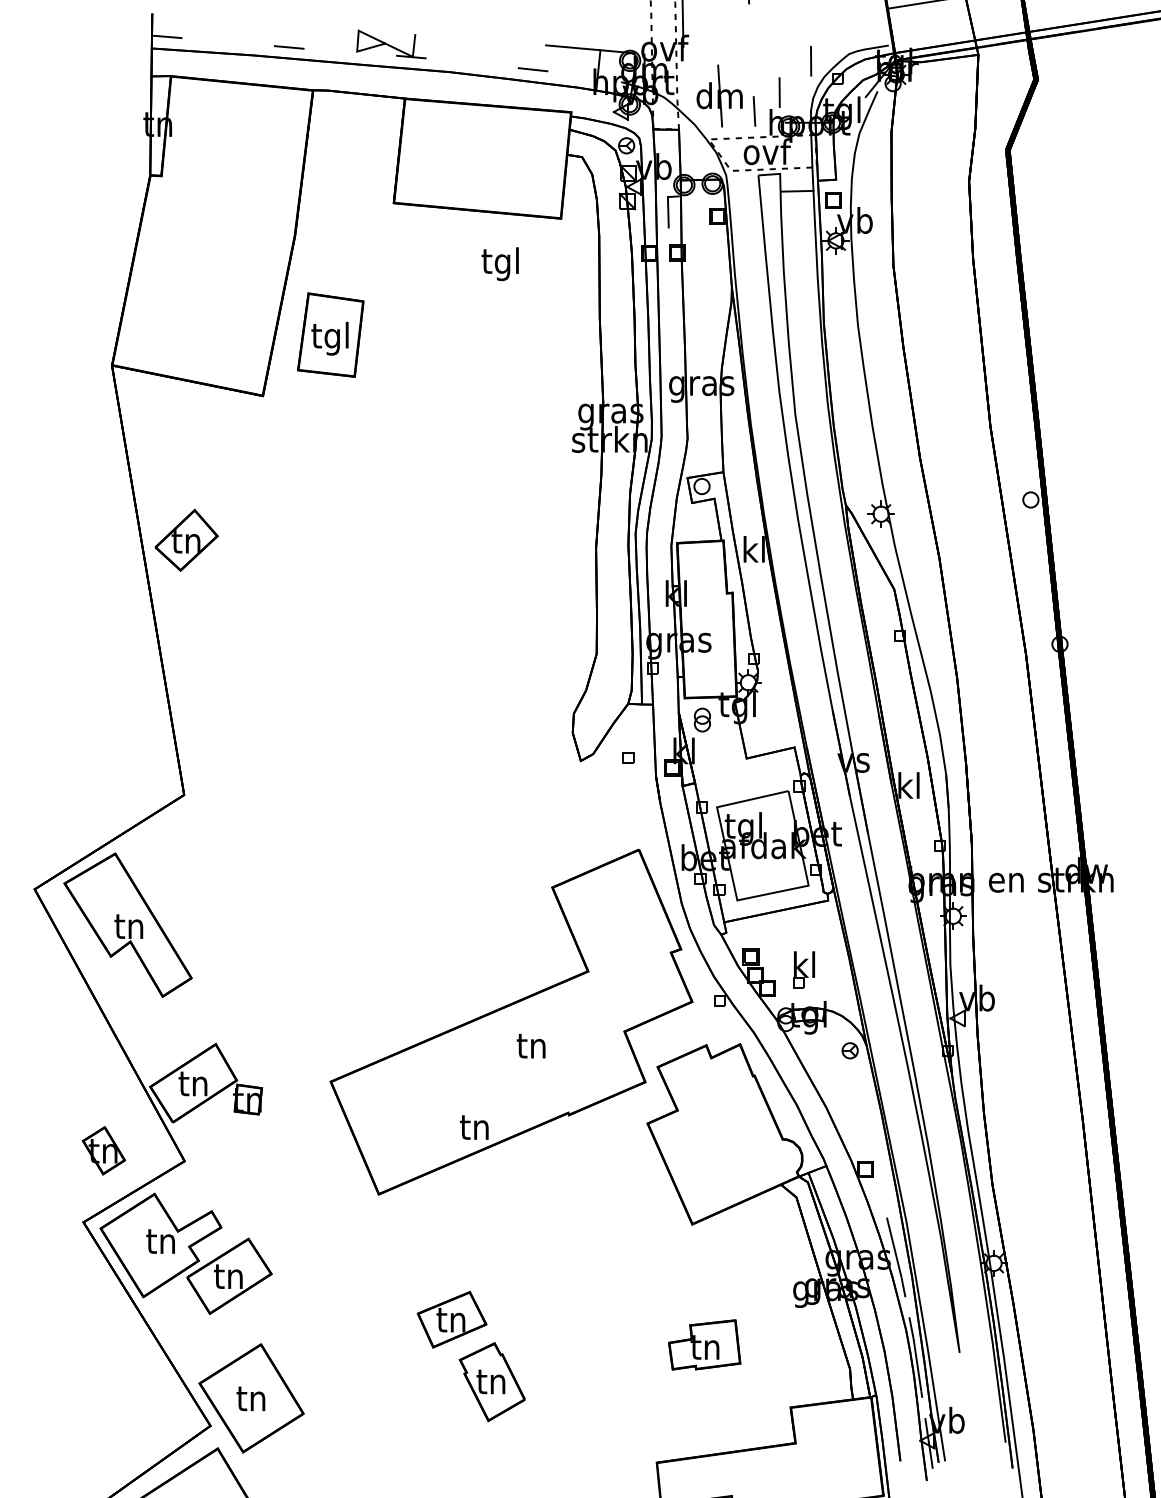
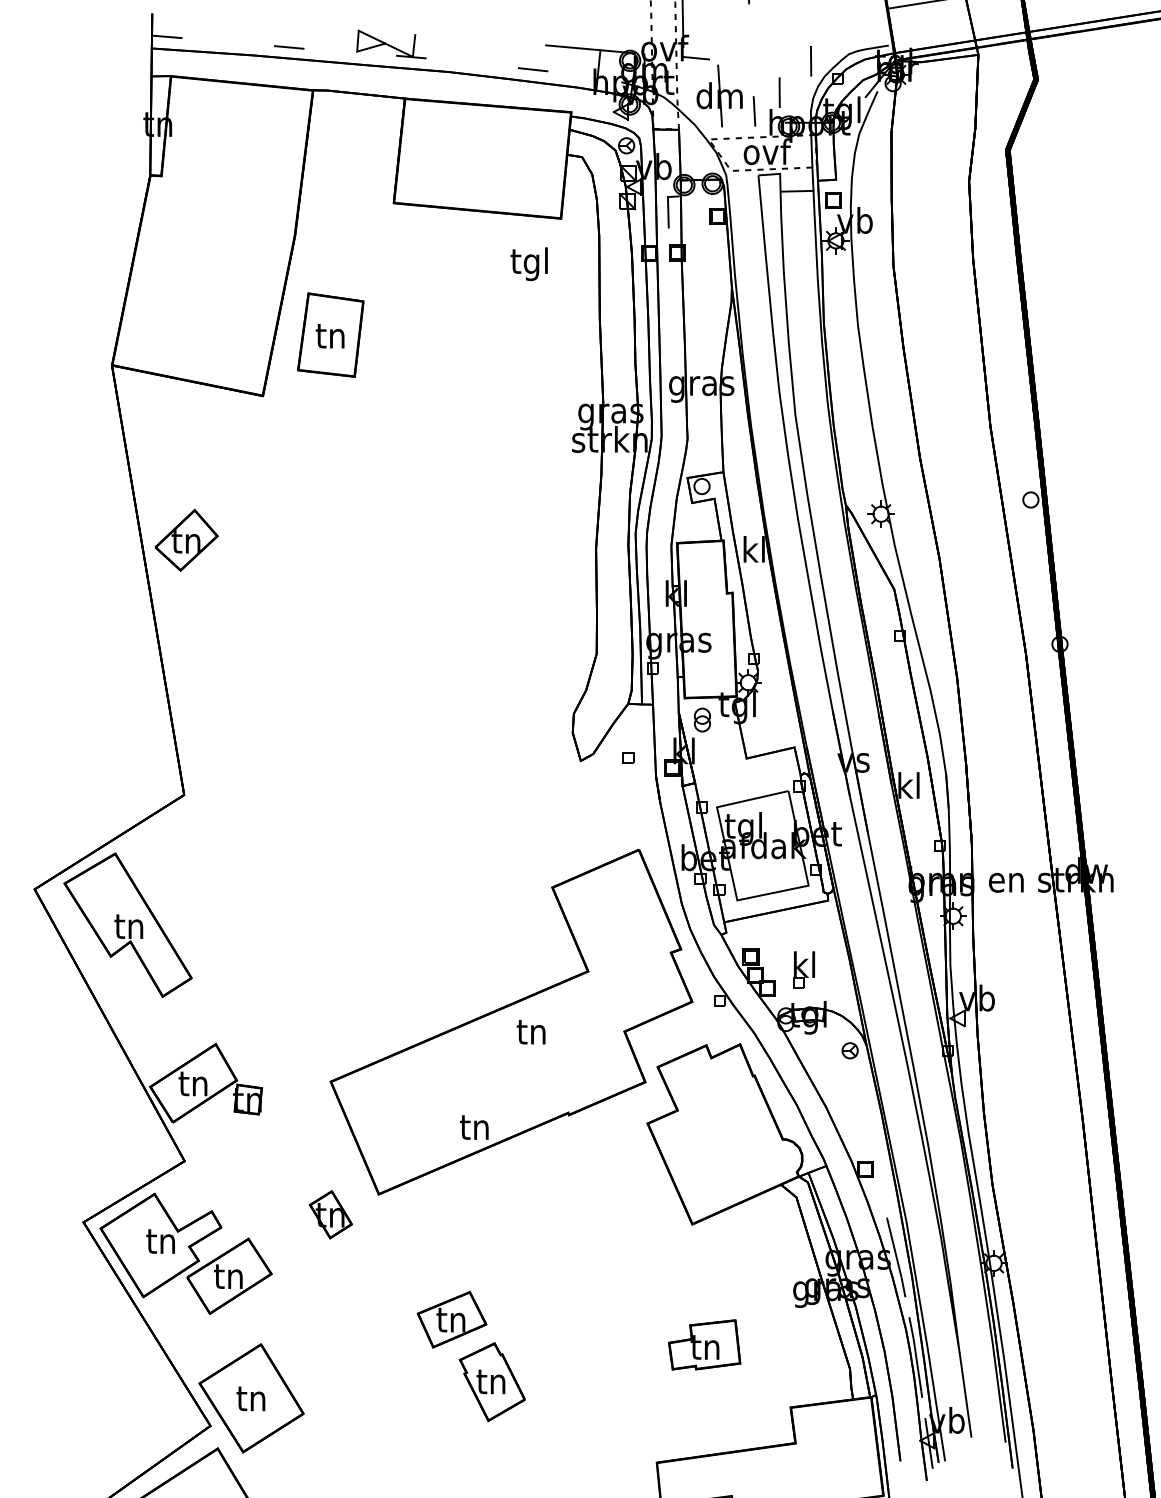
line at (695, 57): none -> present
text at (499, 264) position: (499, 264) -> (528, 264)
text at (329, 338): tgl -> tn
text at (530, 1046) position: (530, 1046) -> (530, 1032)
part at (103, 1150) position: (103, 1150) -> (330, 1214)
line at (965, 1394): none -> present
